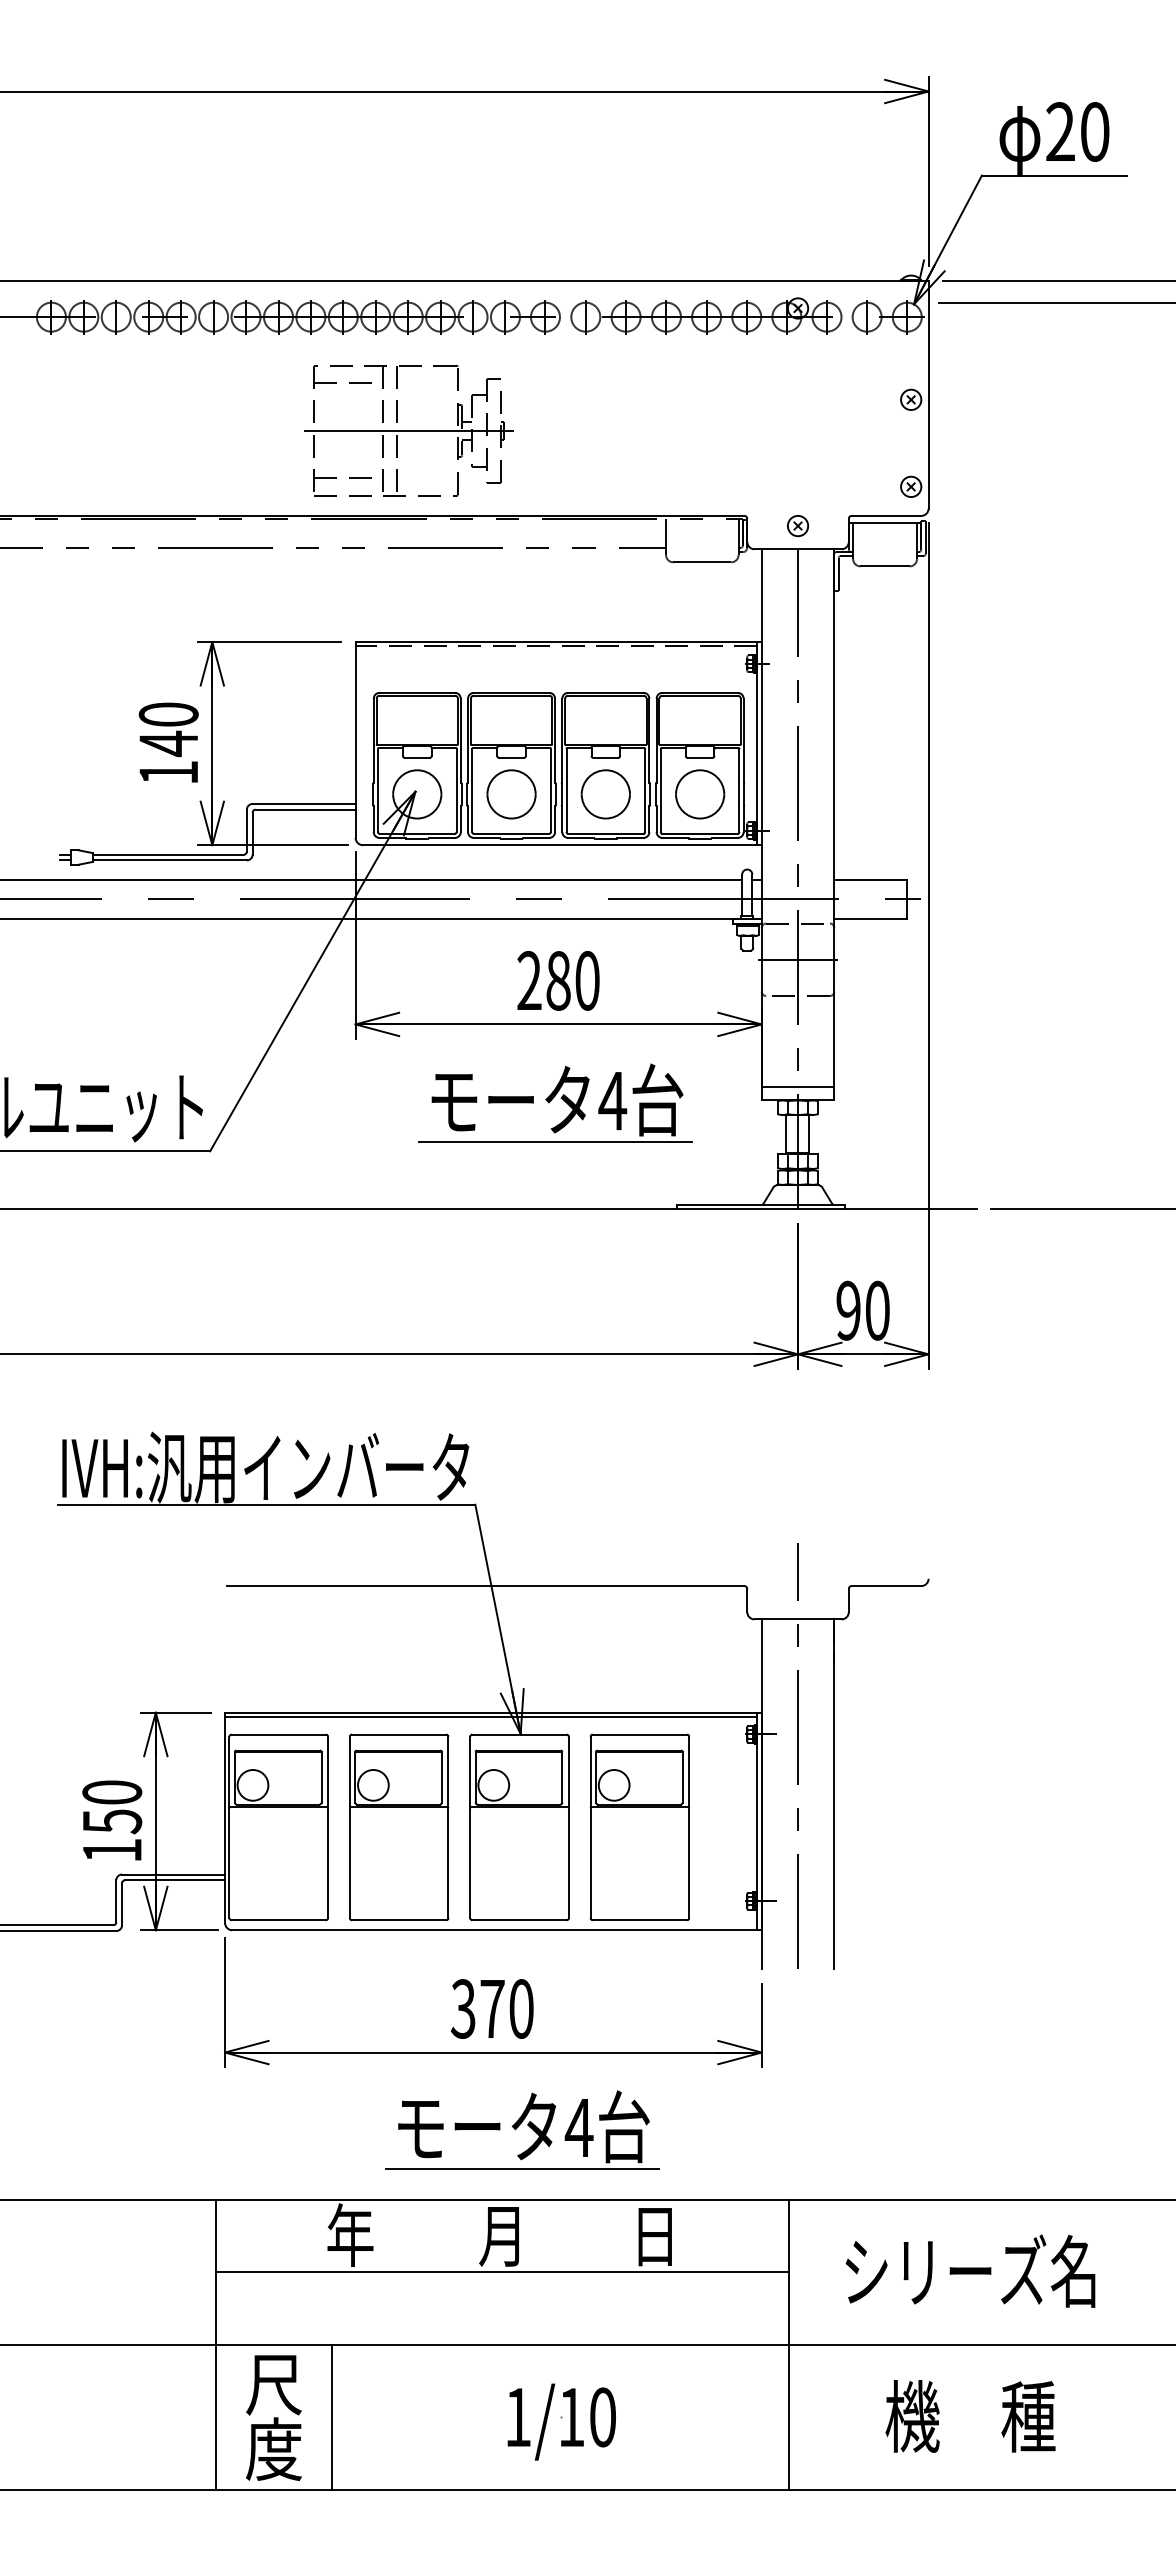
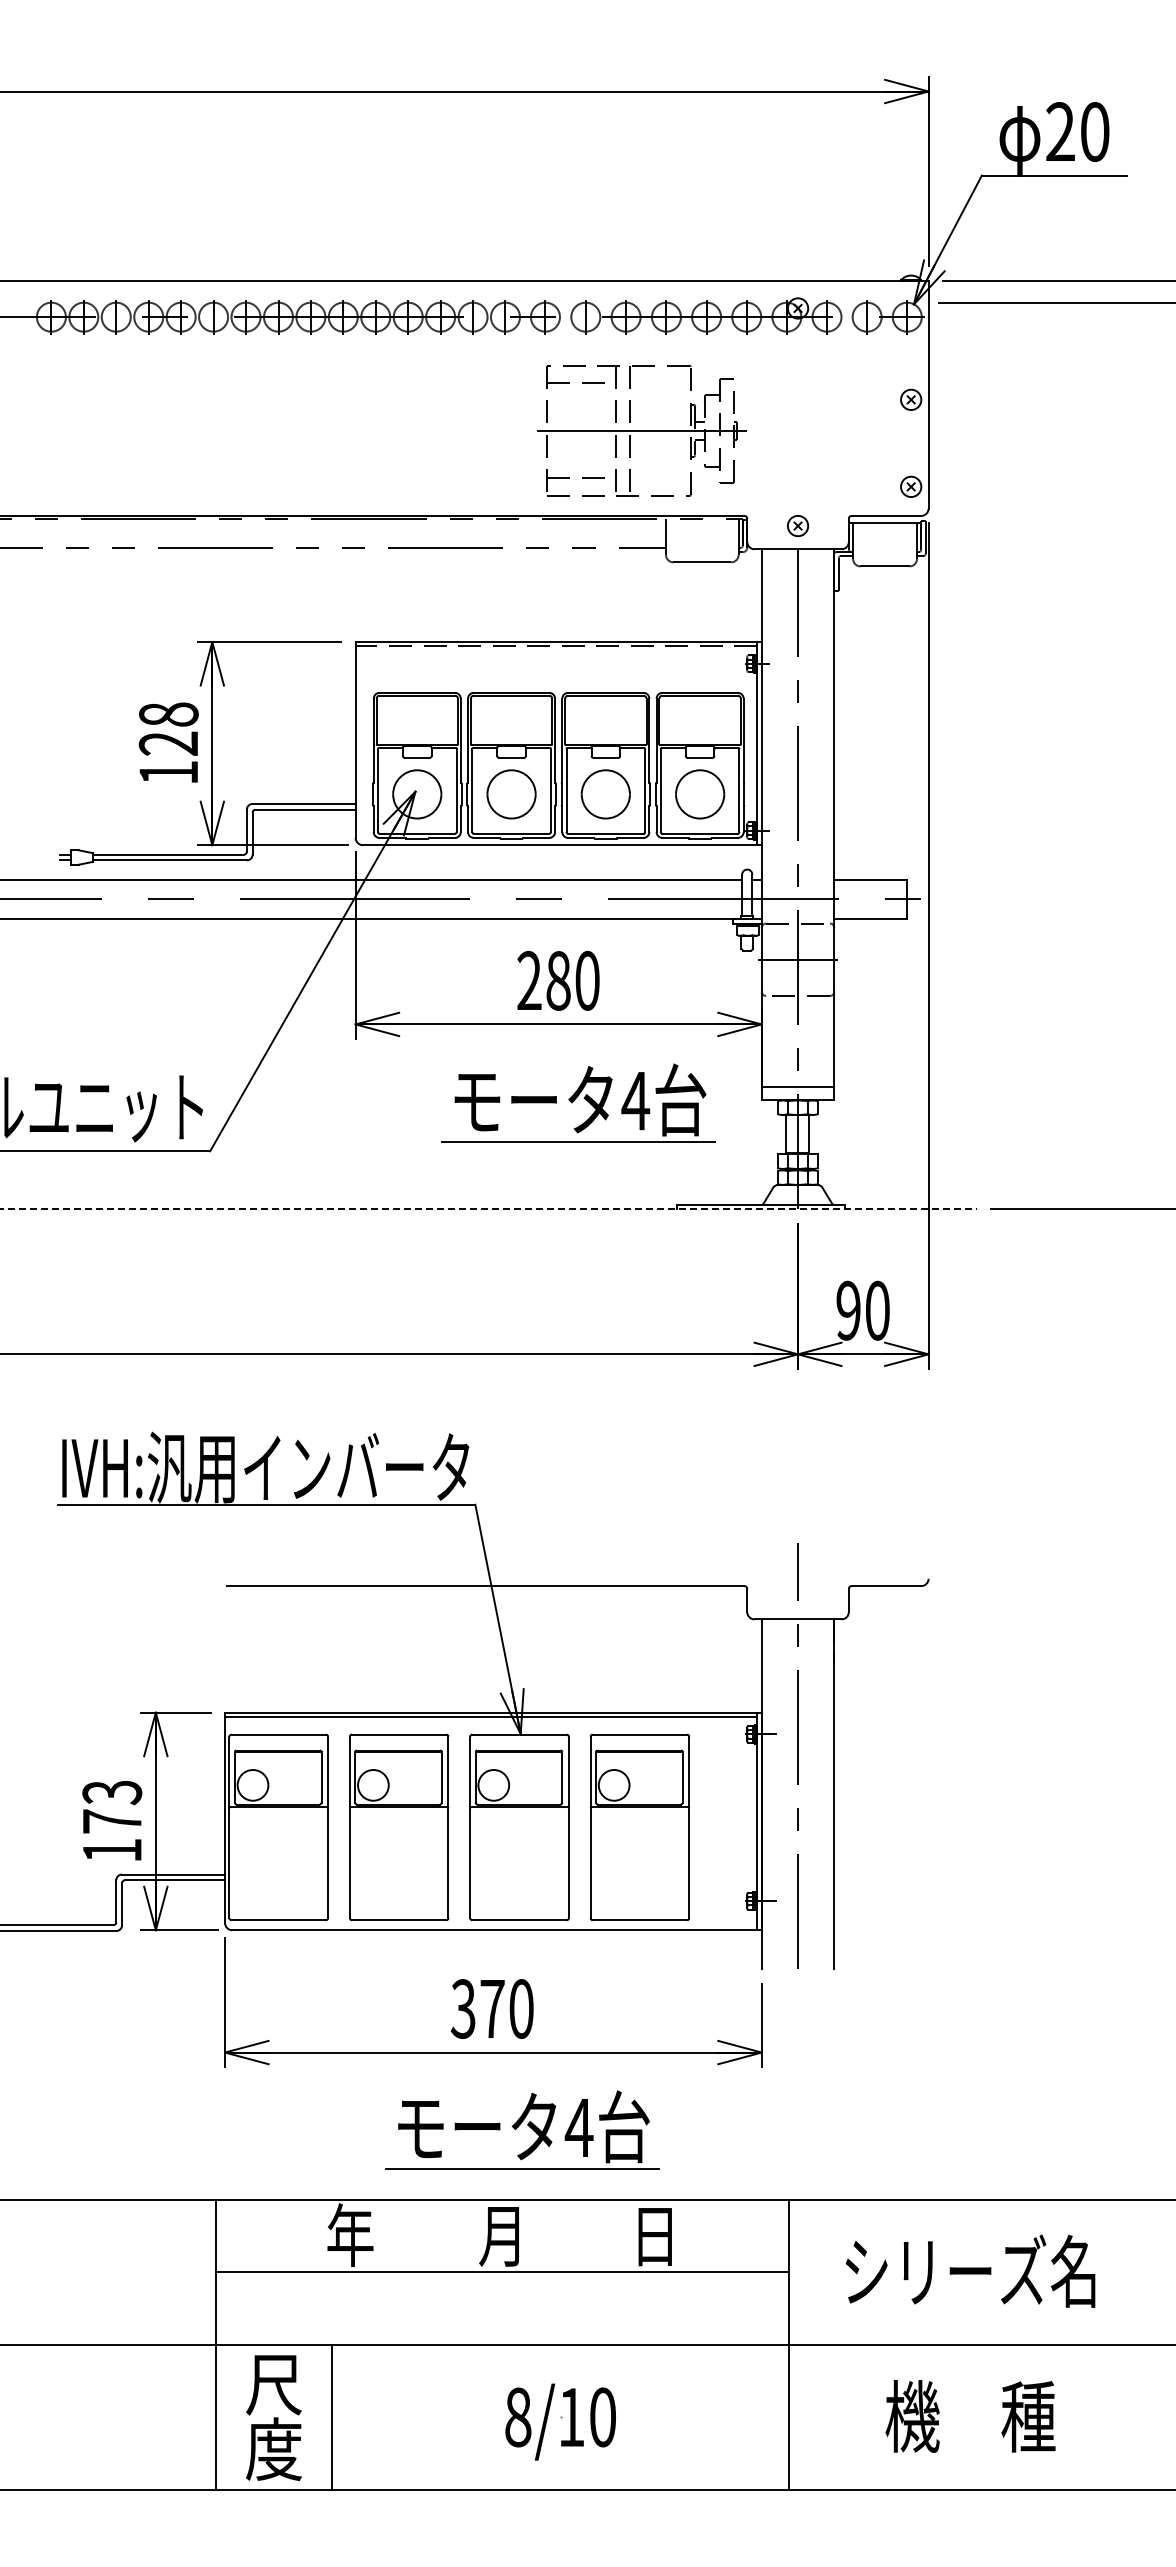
part at (408, 430) position: (408, 430) -> (641, 430)
text at (168, 729): 140 -> 128
part at (555, 1102) position: (555, 1102) -> (578, 1102)
line at (488, 1209): solid -> dashed
text at (112, 1807): 150 -> 173
text at (518, 2417): 1/10 -> 8/10
